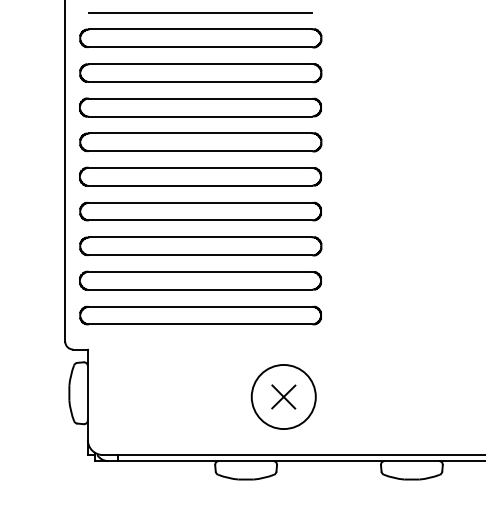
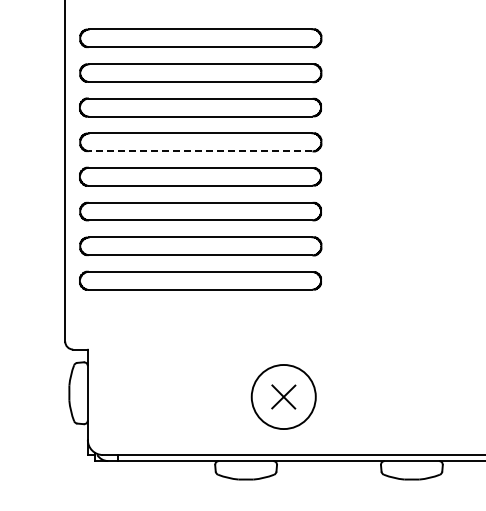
line at (200, 12): present -> none
line at (200, 151): solid -> dashed
part at (200, 315): present -> none
